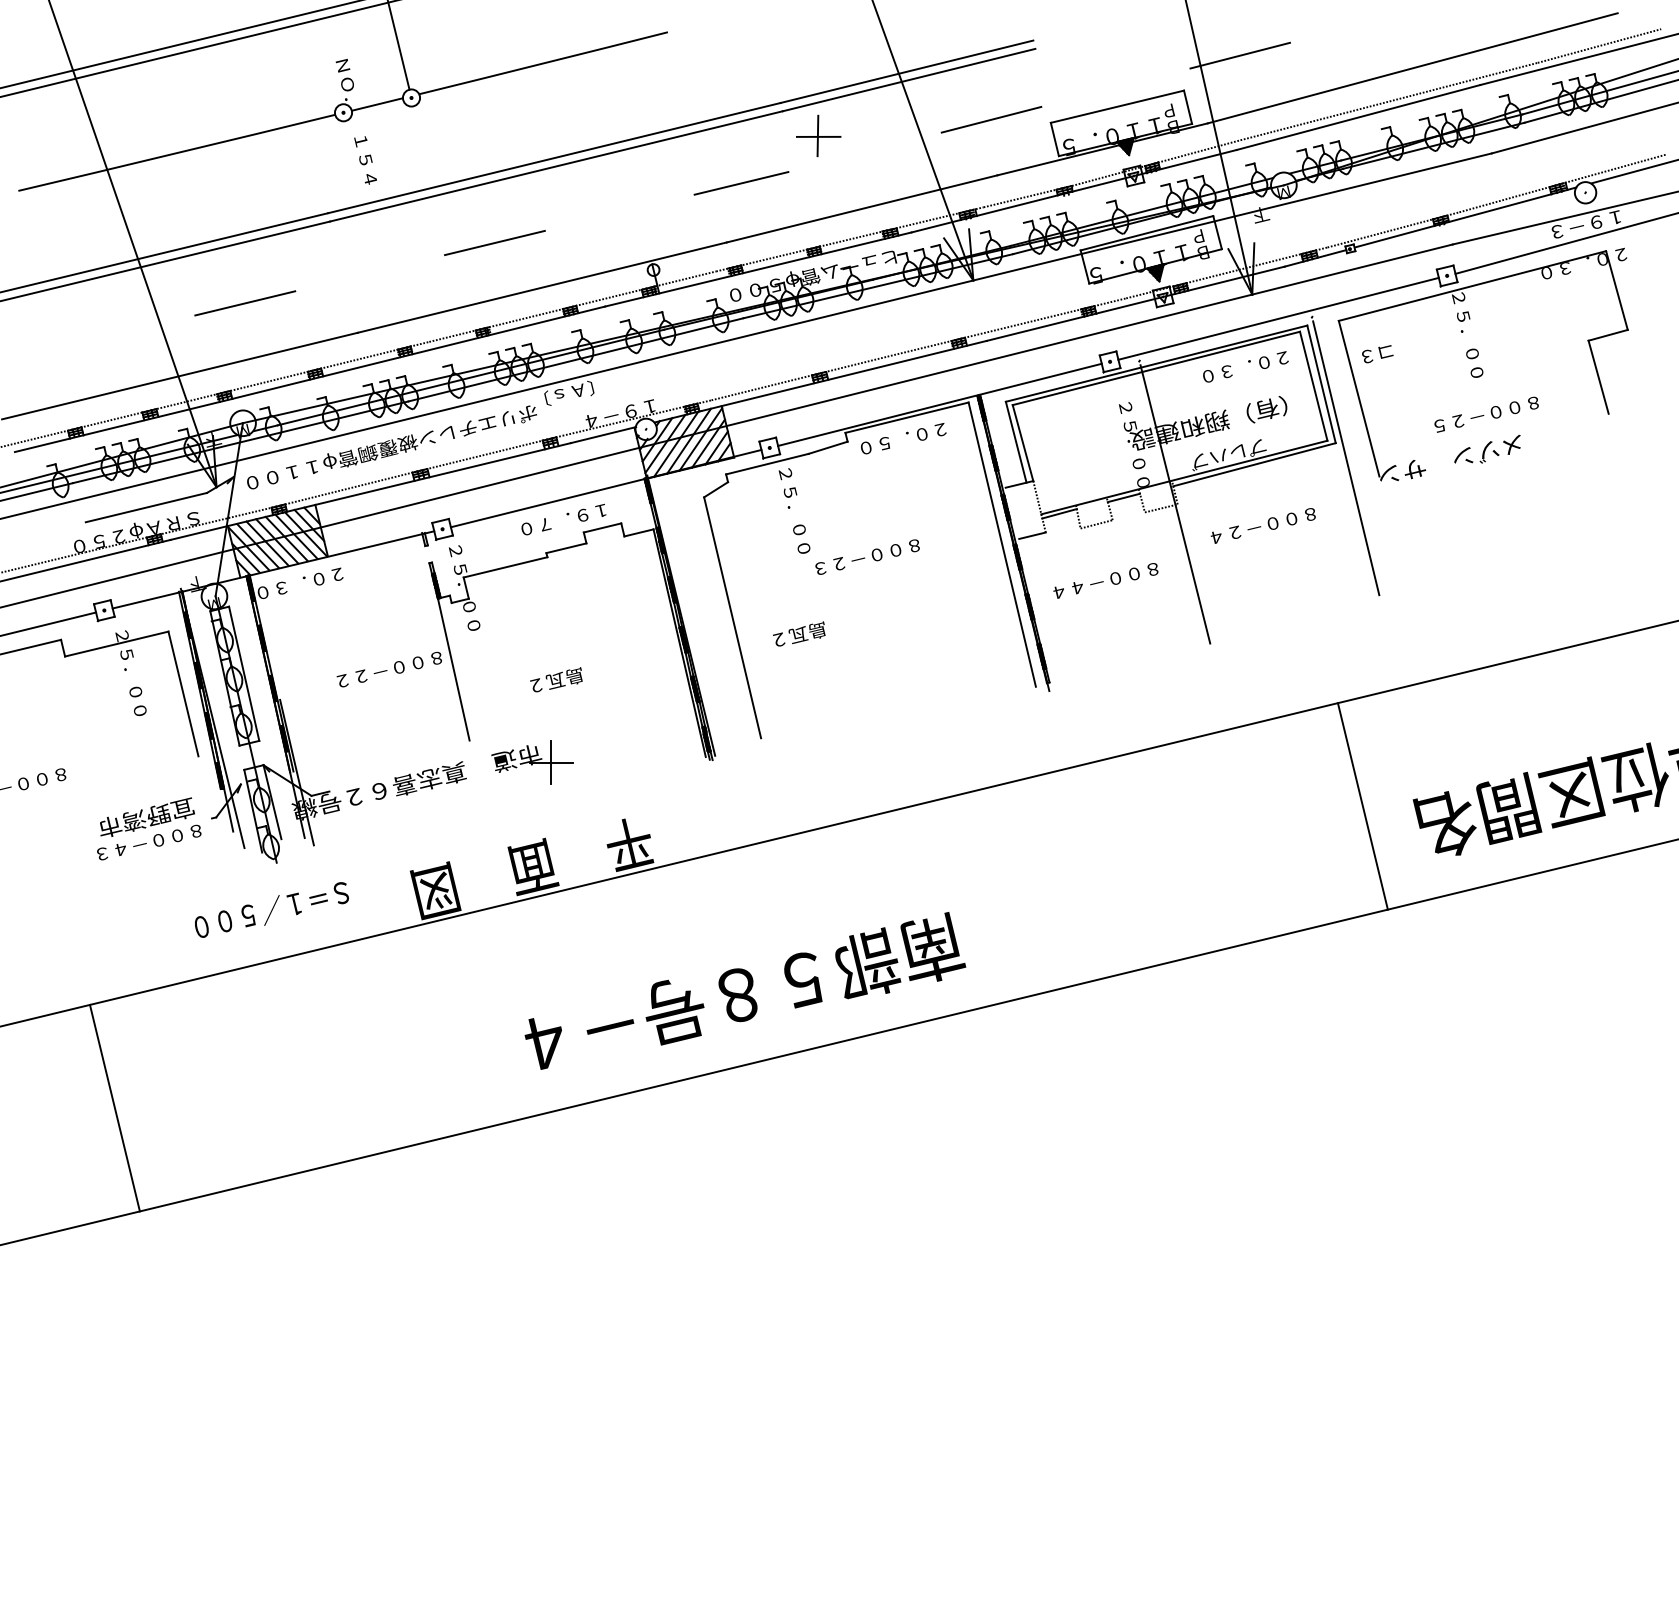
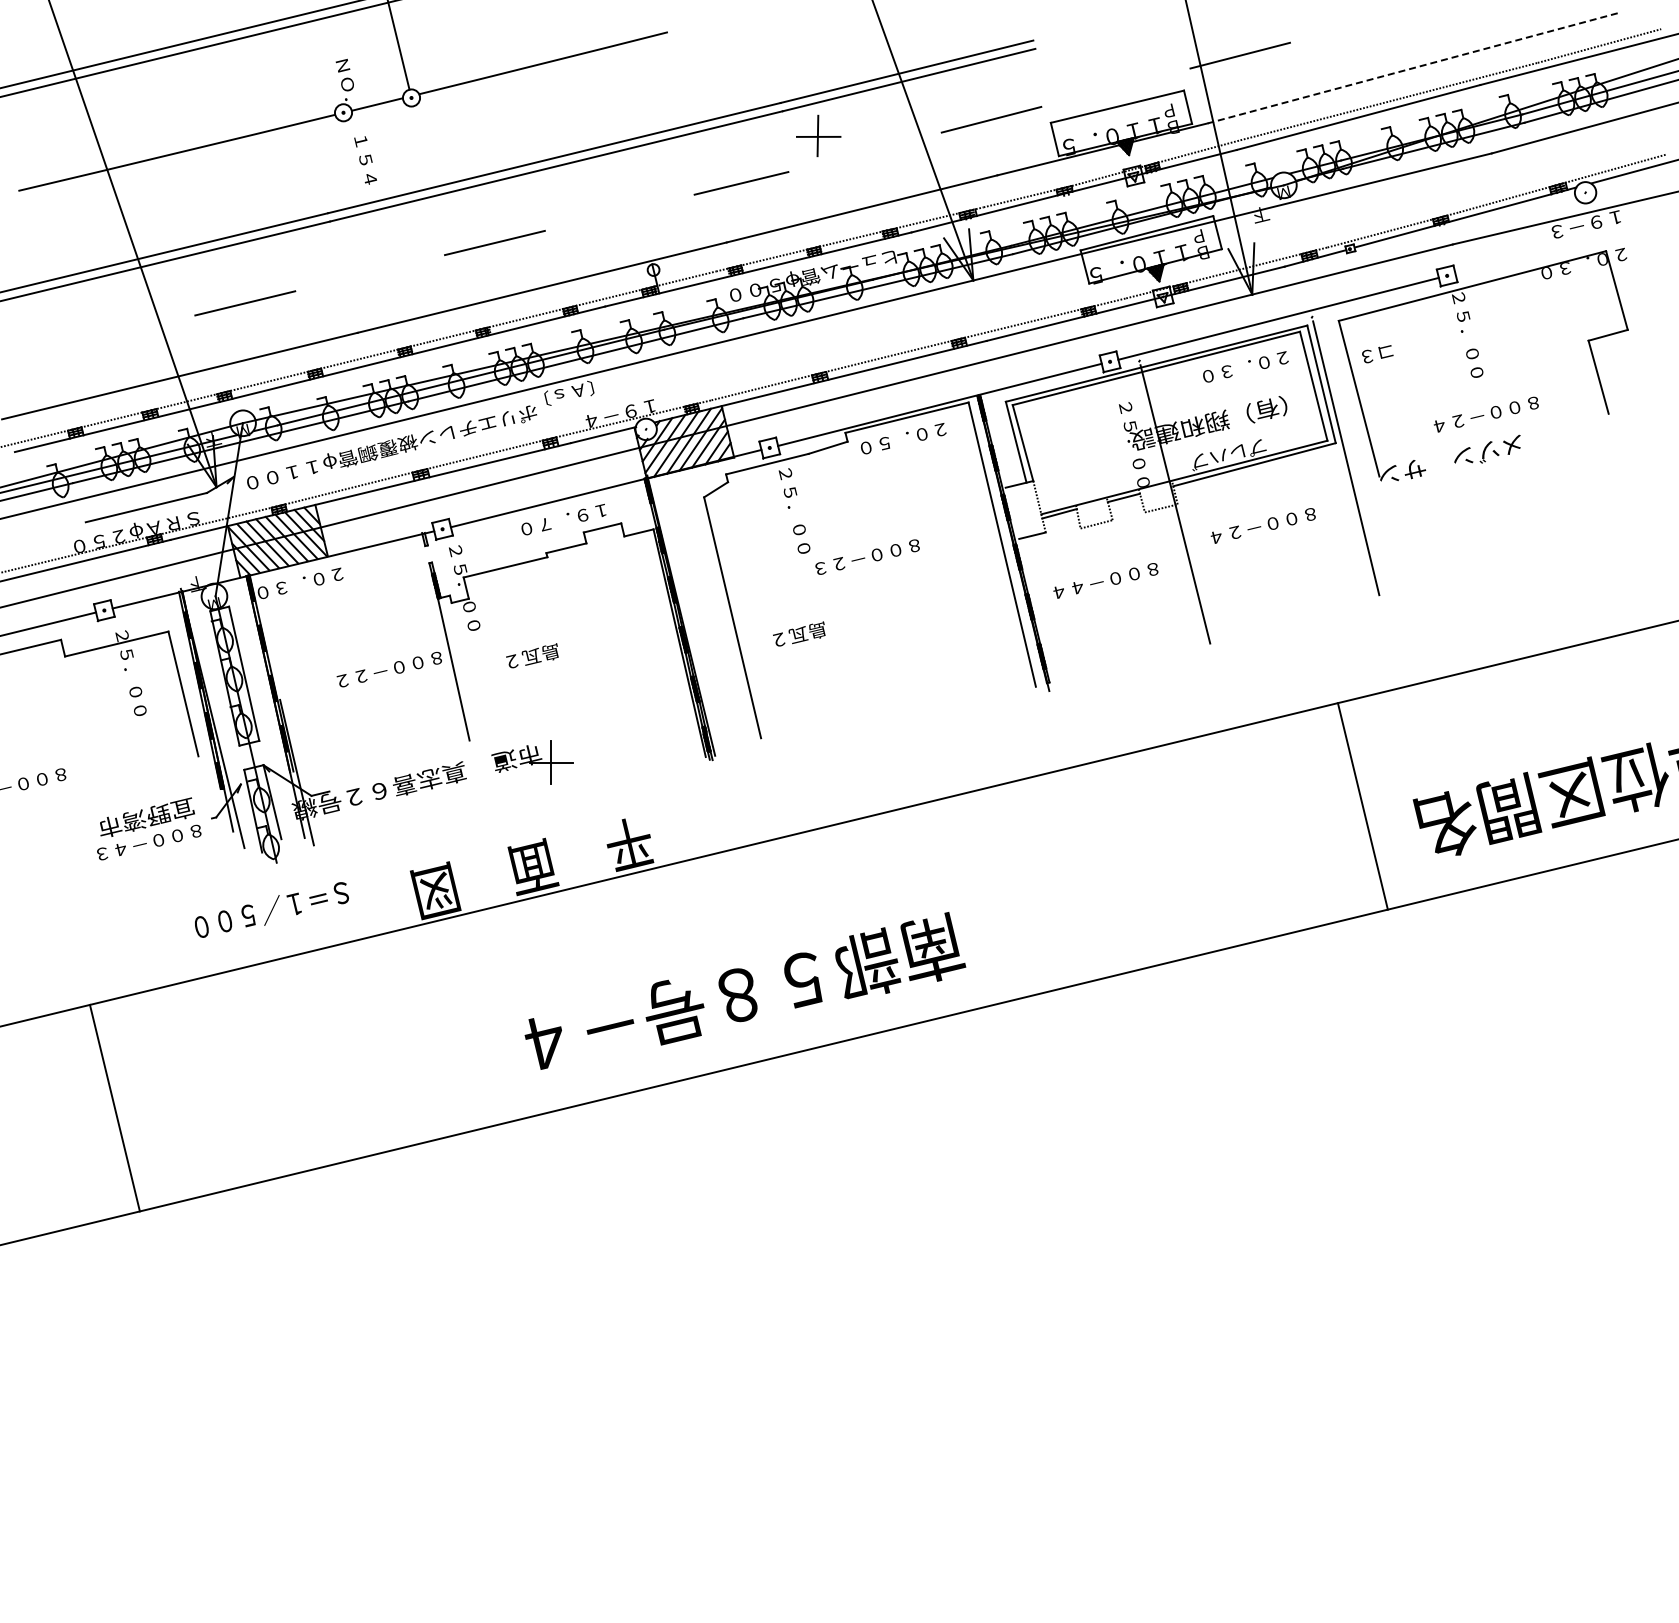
line at (1412, 68): solid -> dashed
line at (1565, 243): present -> none
text at (1438, 425): ８００－２５ -> ８００－２４
text at (556, 679) position: (556, 679) -> (532, 655)
